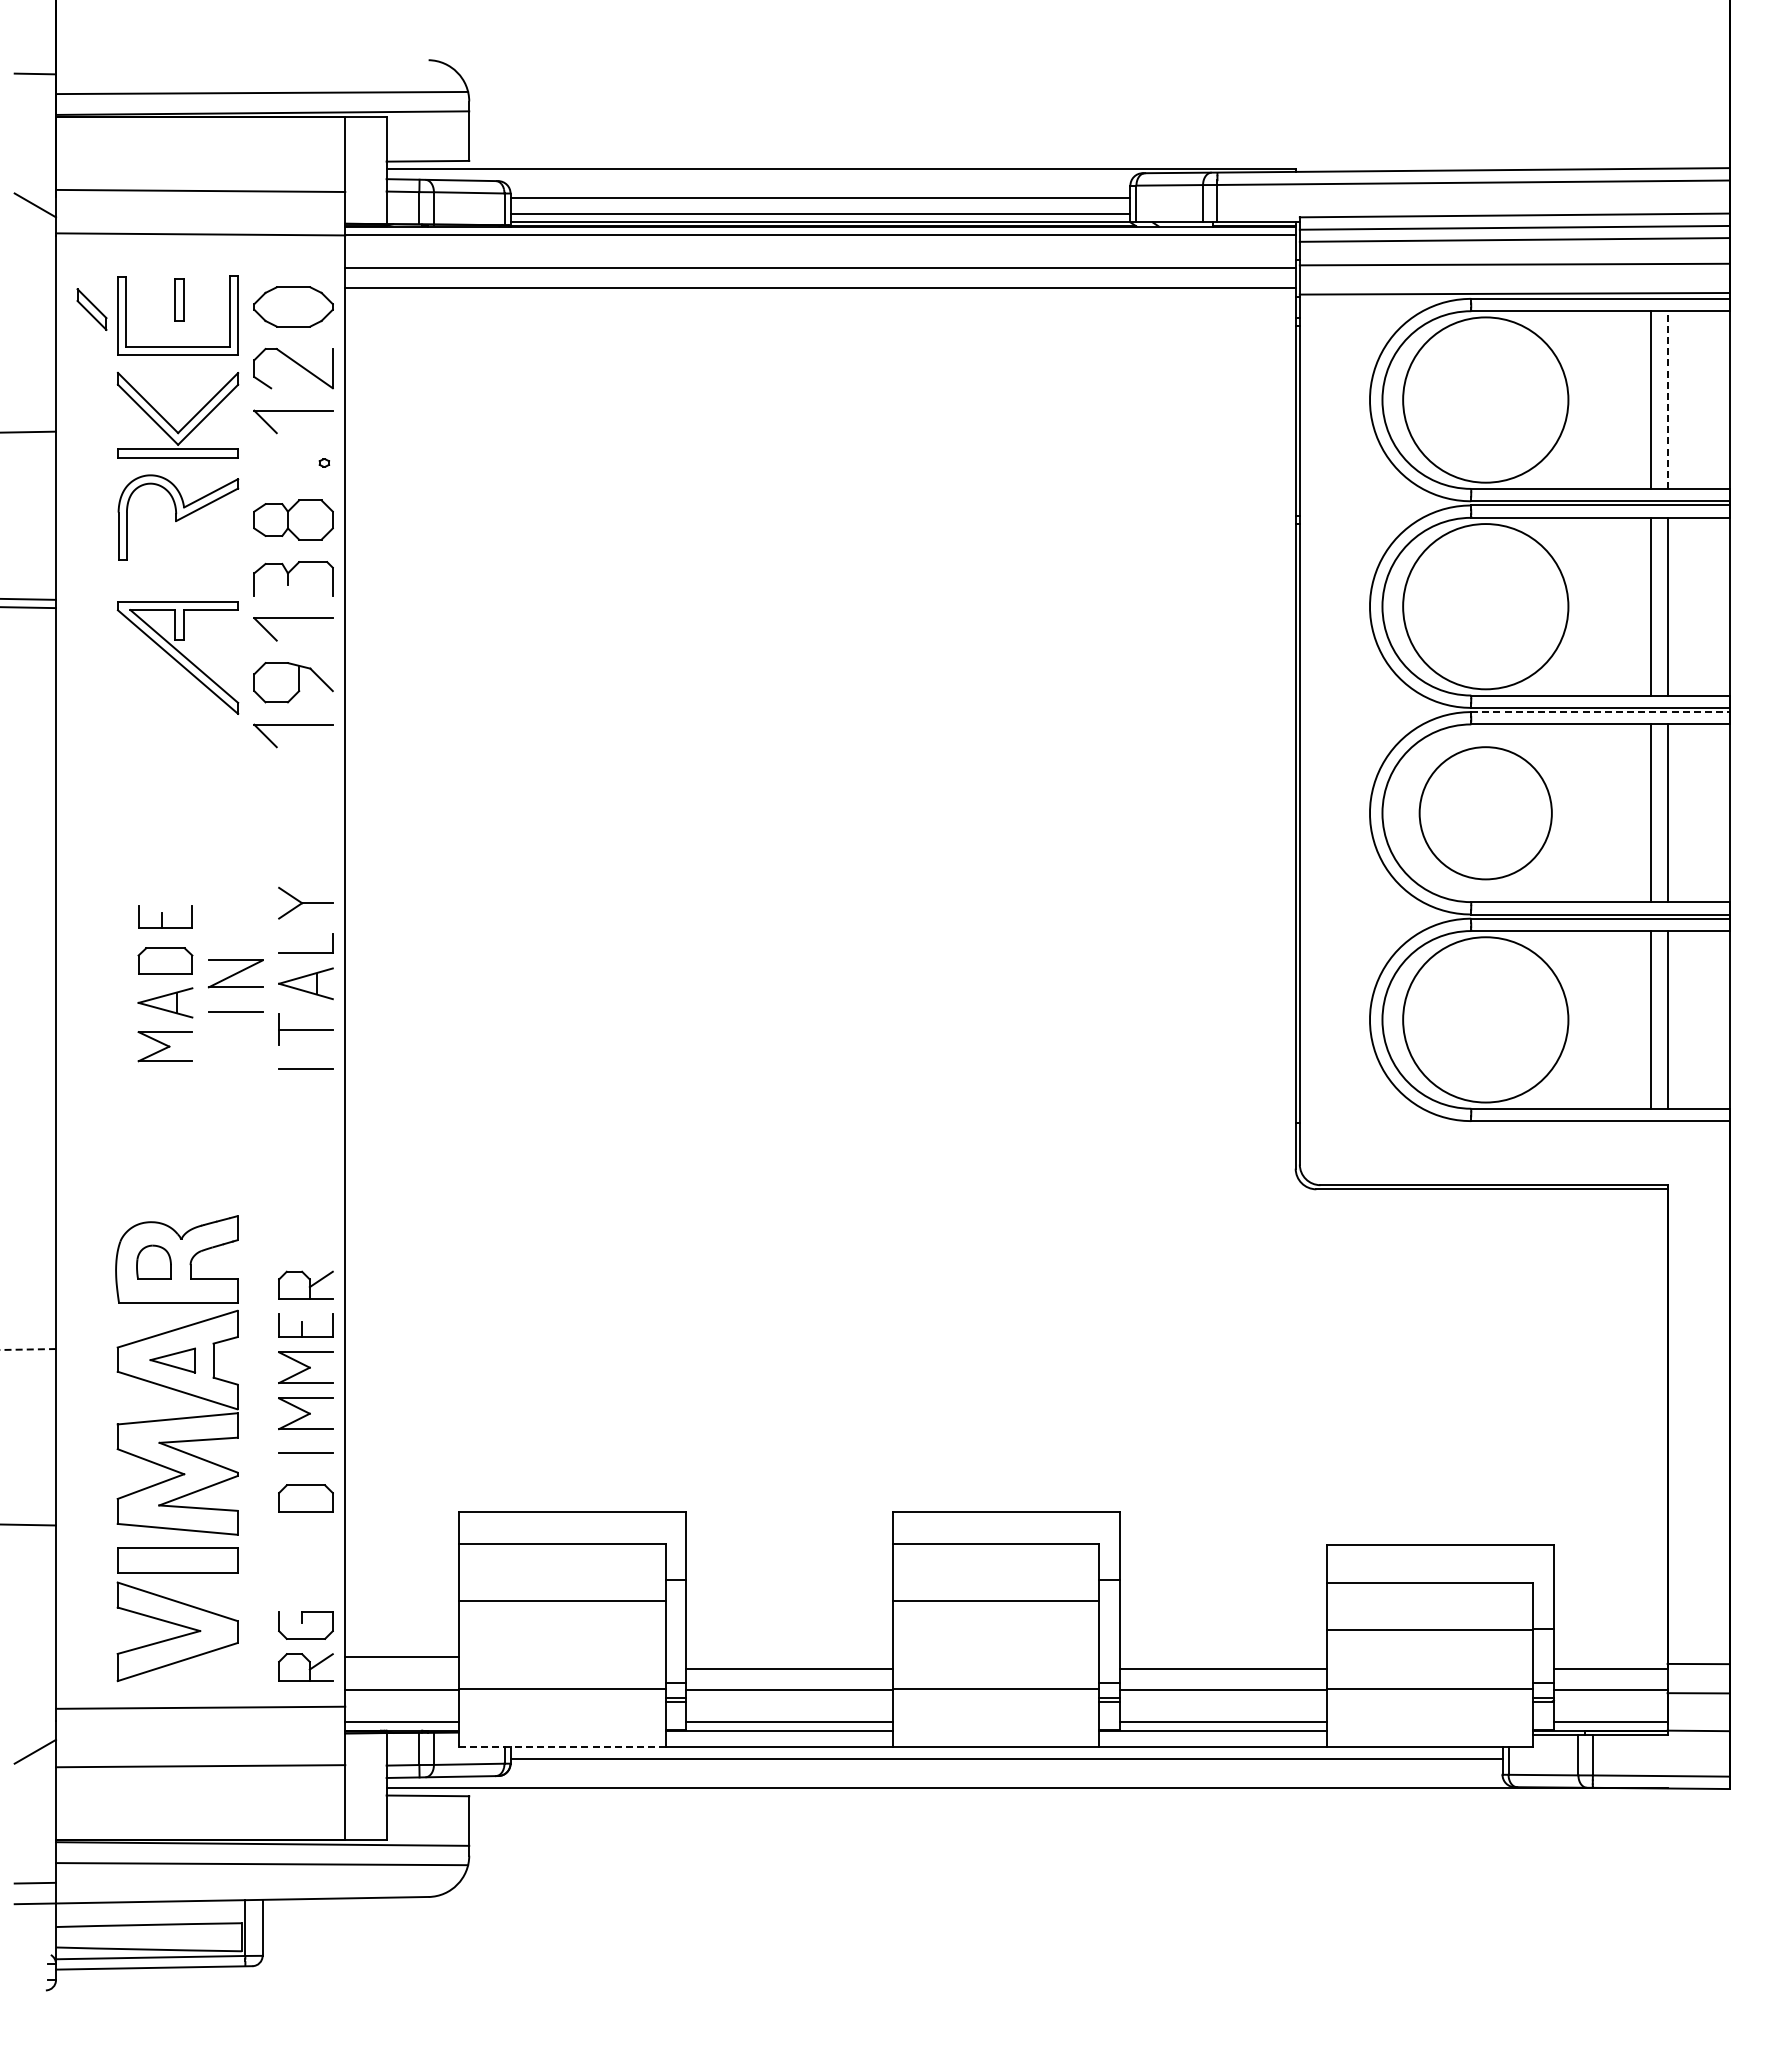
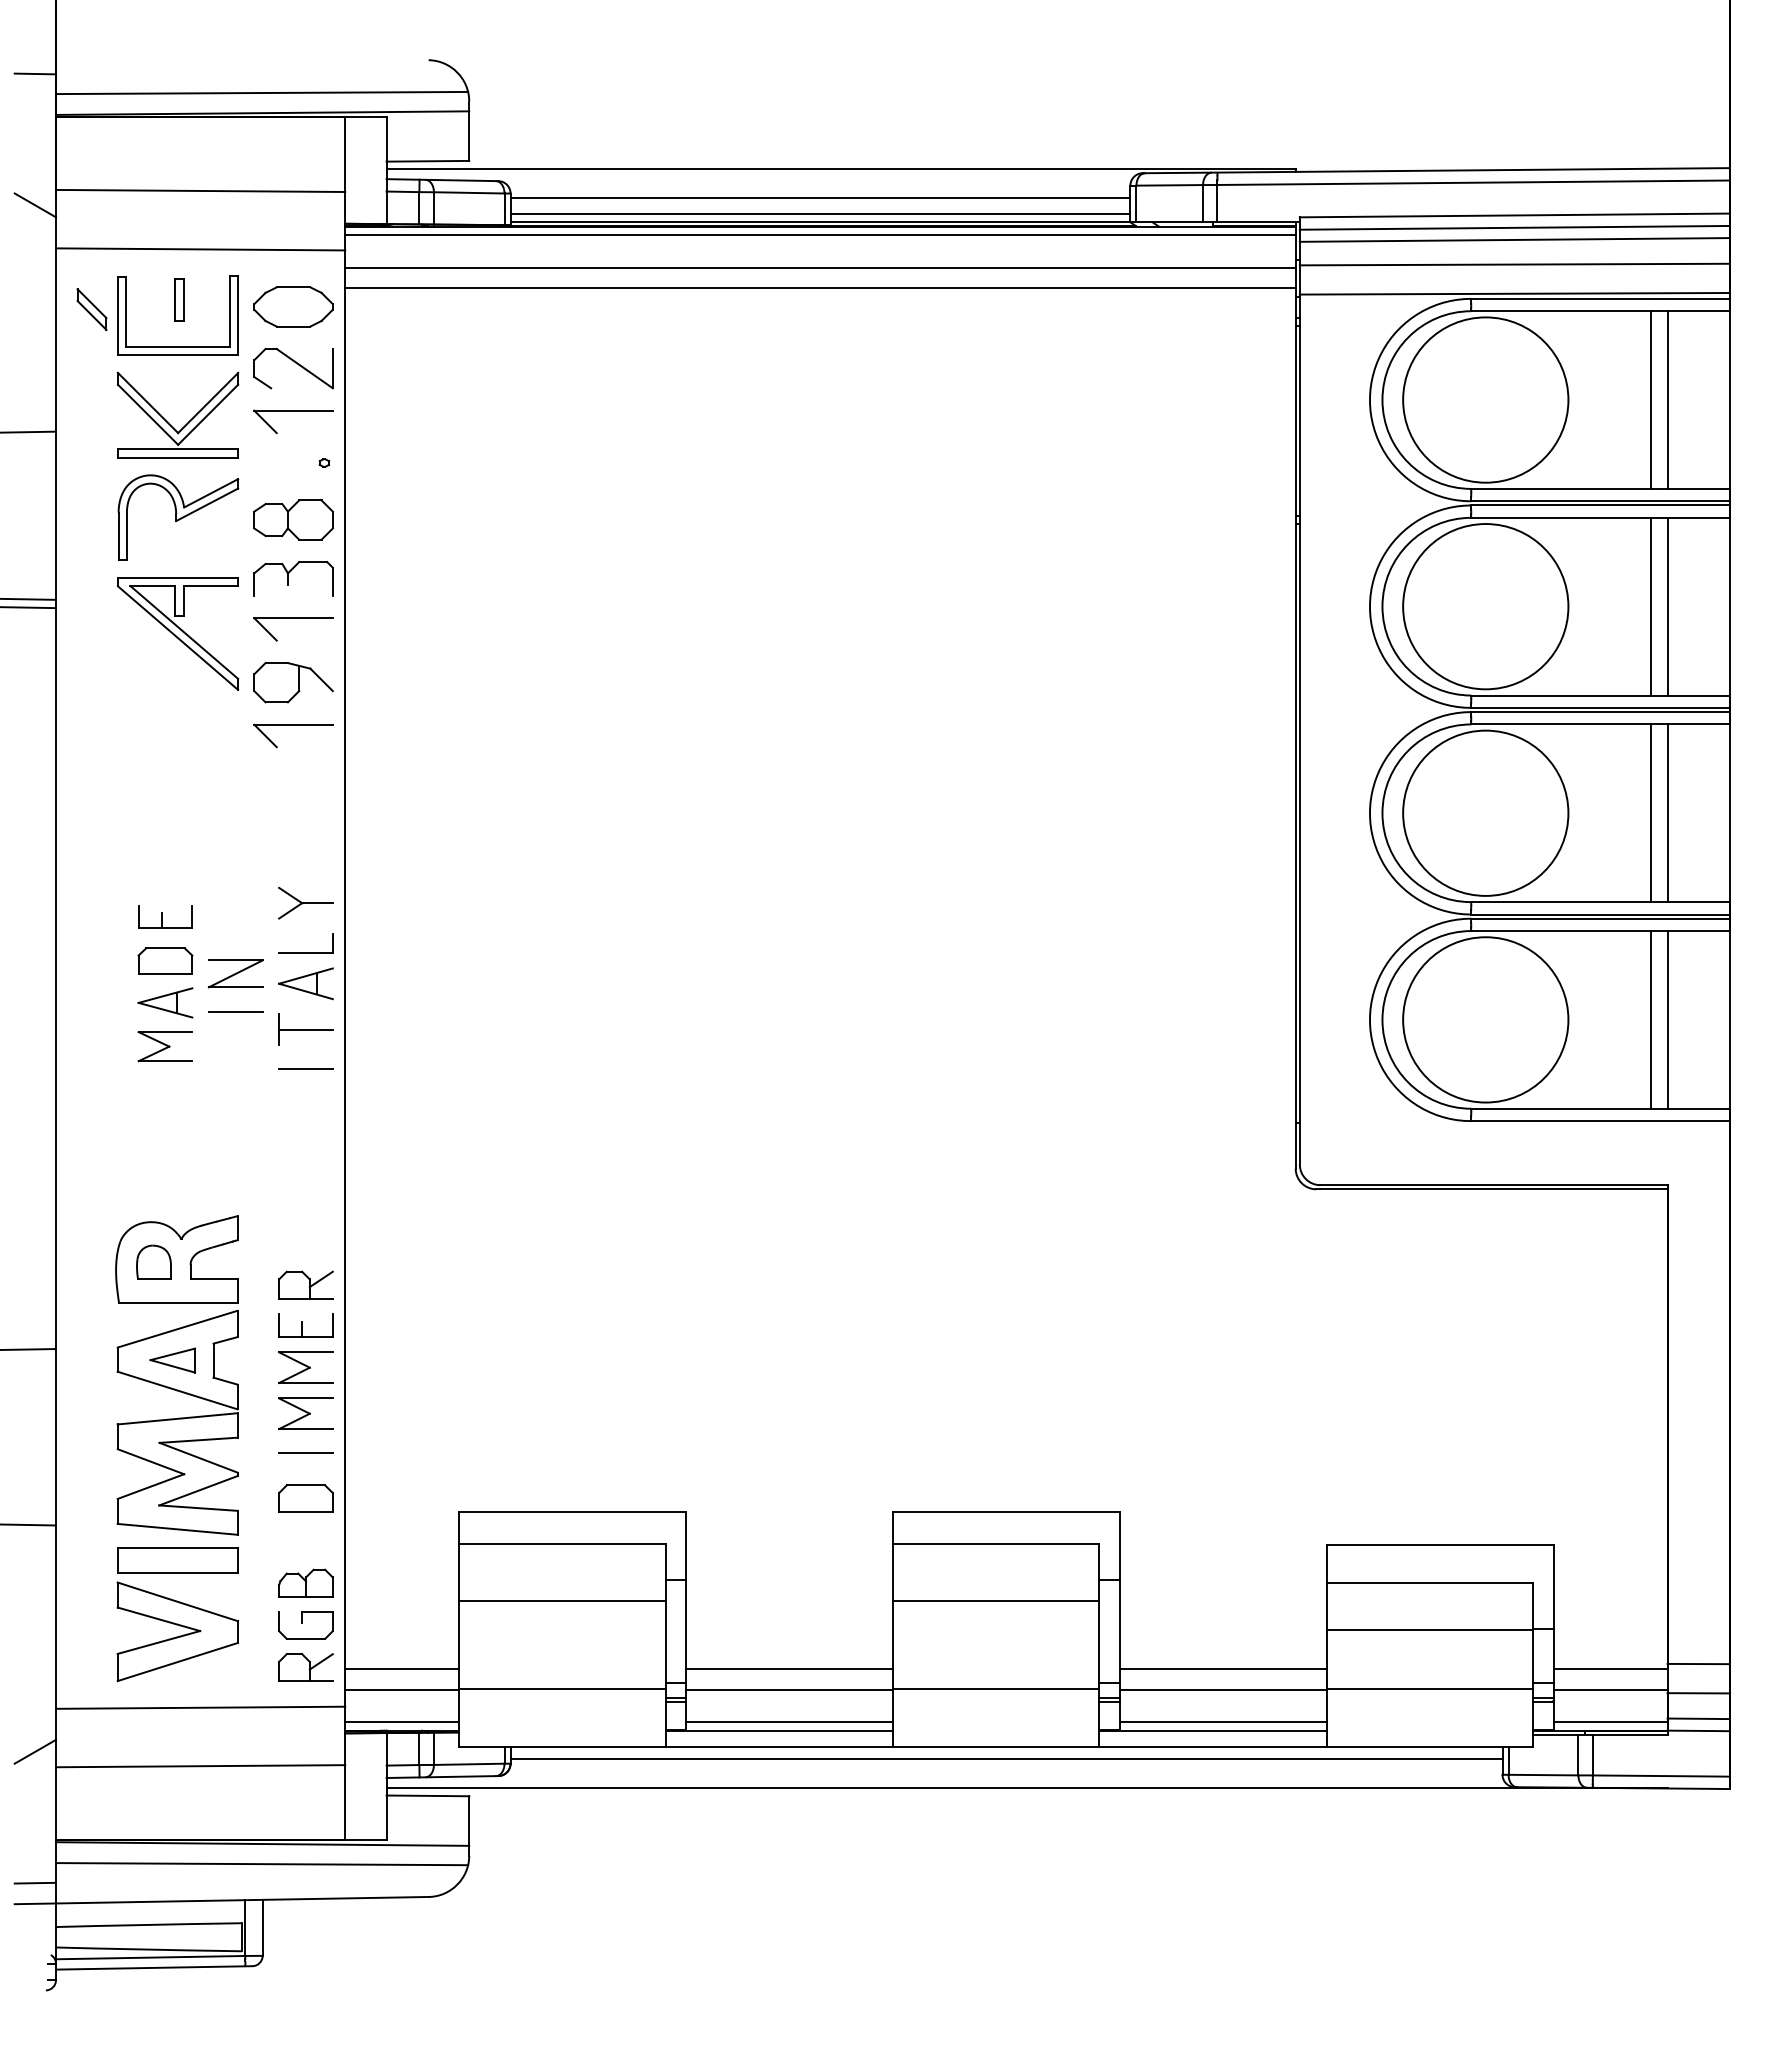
line at (200, 234) position: (200, 234) -> (200, 249)
line at (1667, 400): dashed -> solid
part at (177, 657) position: (177, 657) -> (177, 633)
line at (1600, 712): dashed -> solid
circle at (1485, 813) diameter: 132 px -> 165 px
line at (28, 1349): dashed -> solid
part at (305, 1582): none -> present
line at (401, 1656) position: (401, 1656) -> (401, 1668)
line at (1698, 1718): none -> present
line at (562, 1747): dashed -> solid
